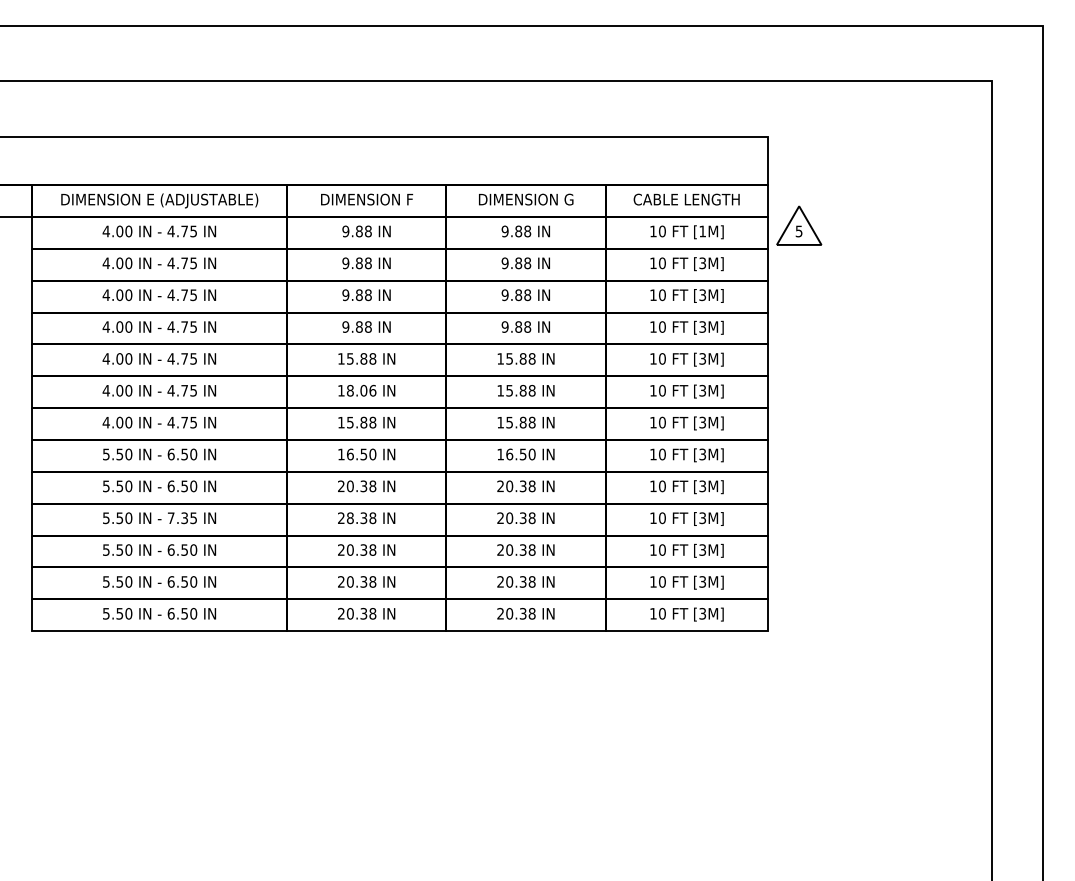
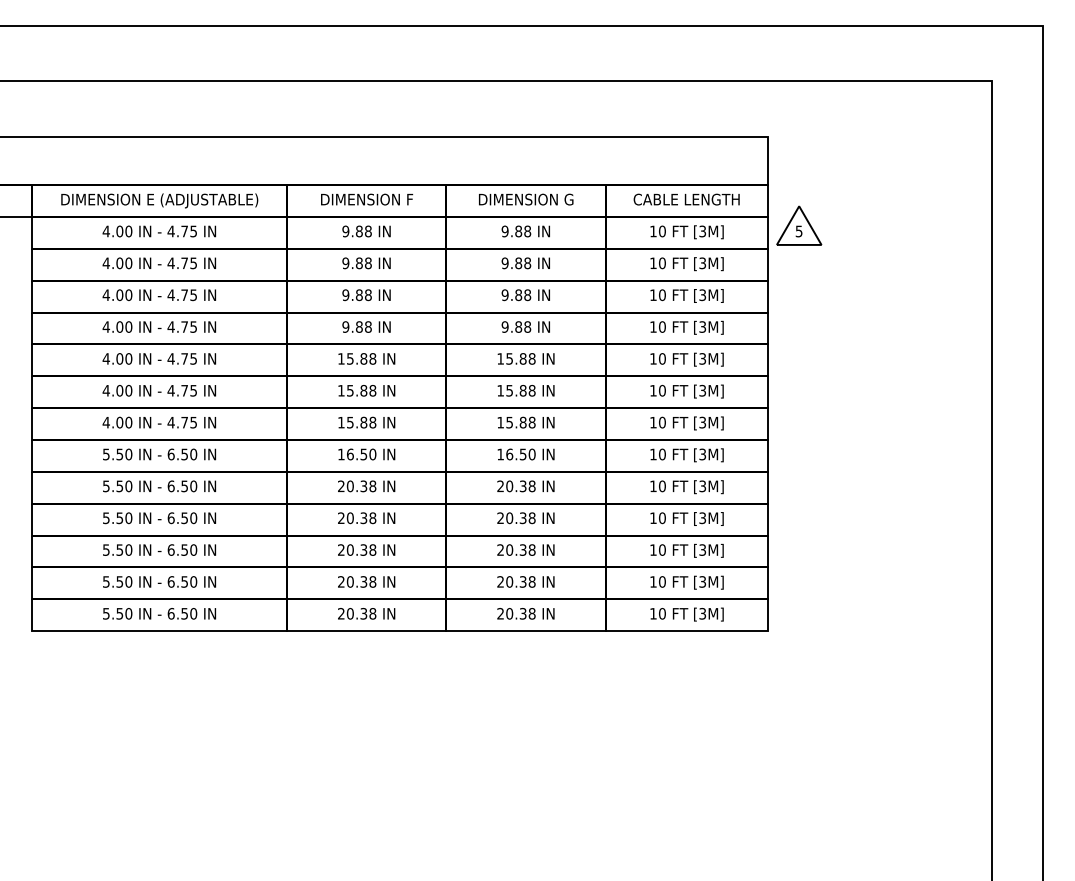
text at (702, 231): [1M] -> [3M]
text at (361, 390): 18.06 -> 15.88
text at (349, 517): 28.38 -> 20.38
text at (182, 518): 7.35 -> 6.50
